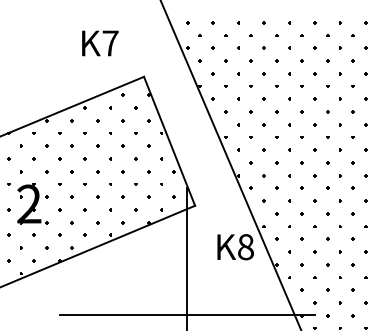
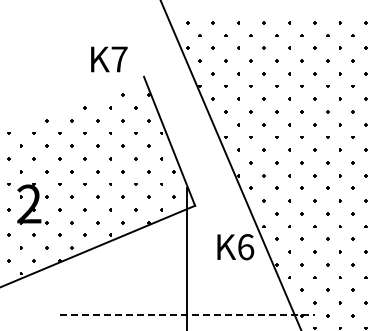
text at (100, 43) position: (100, 43) -> (109, 59)
line at (73, 105): present -> none
text at (246, 247): 8 -> 6
line at (187, 315): solid -> dashed
